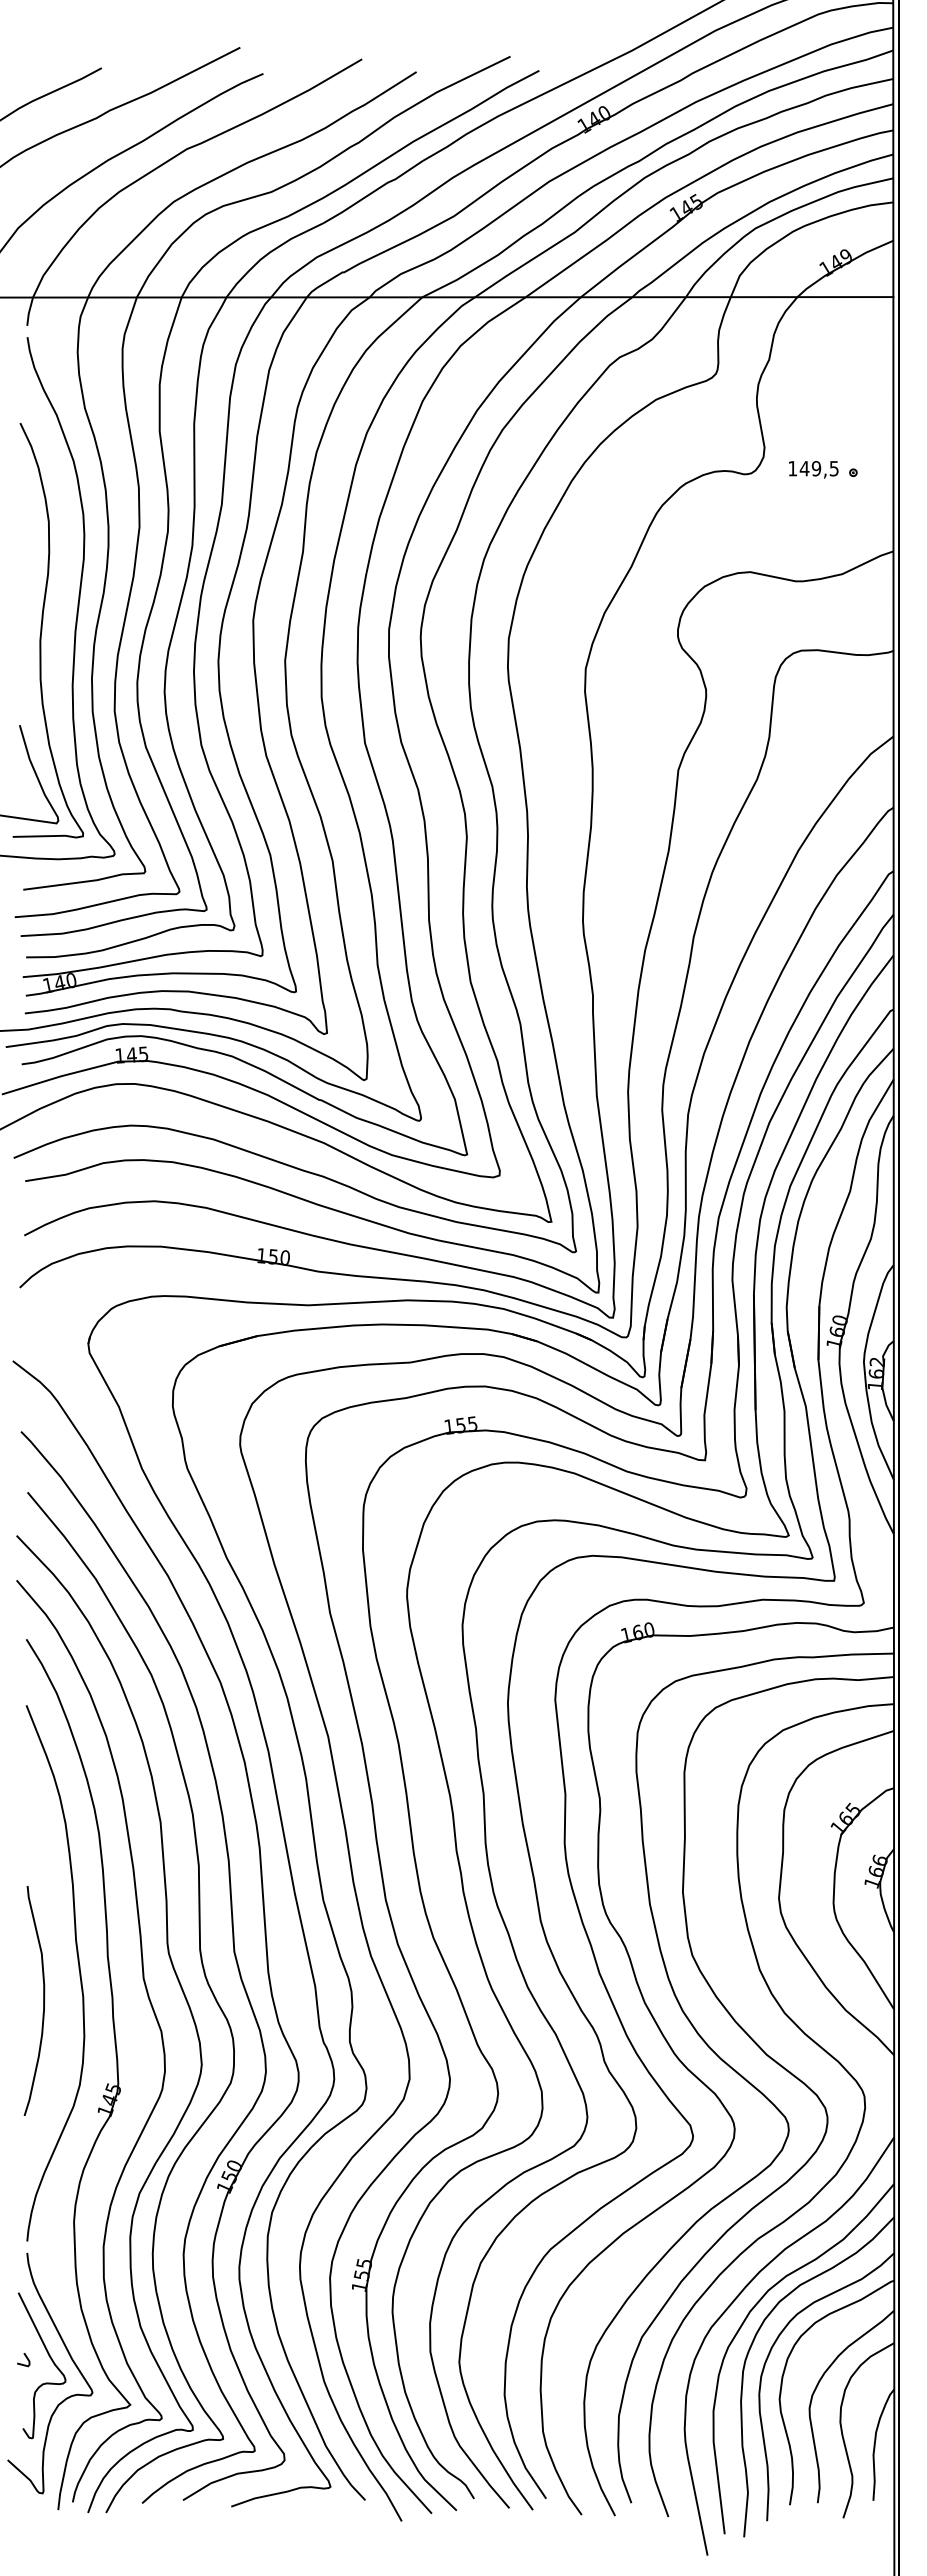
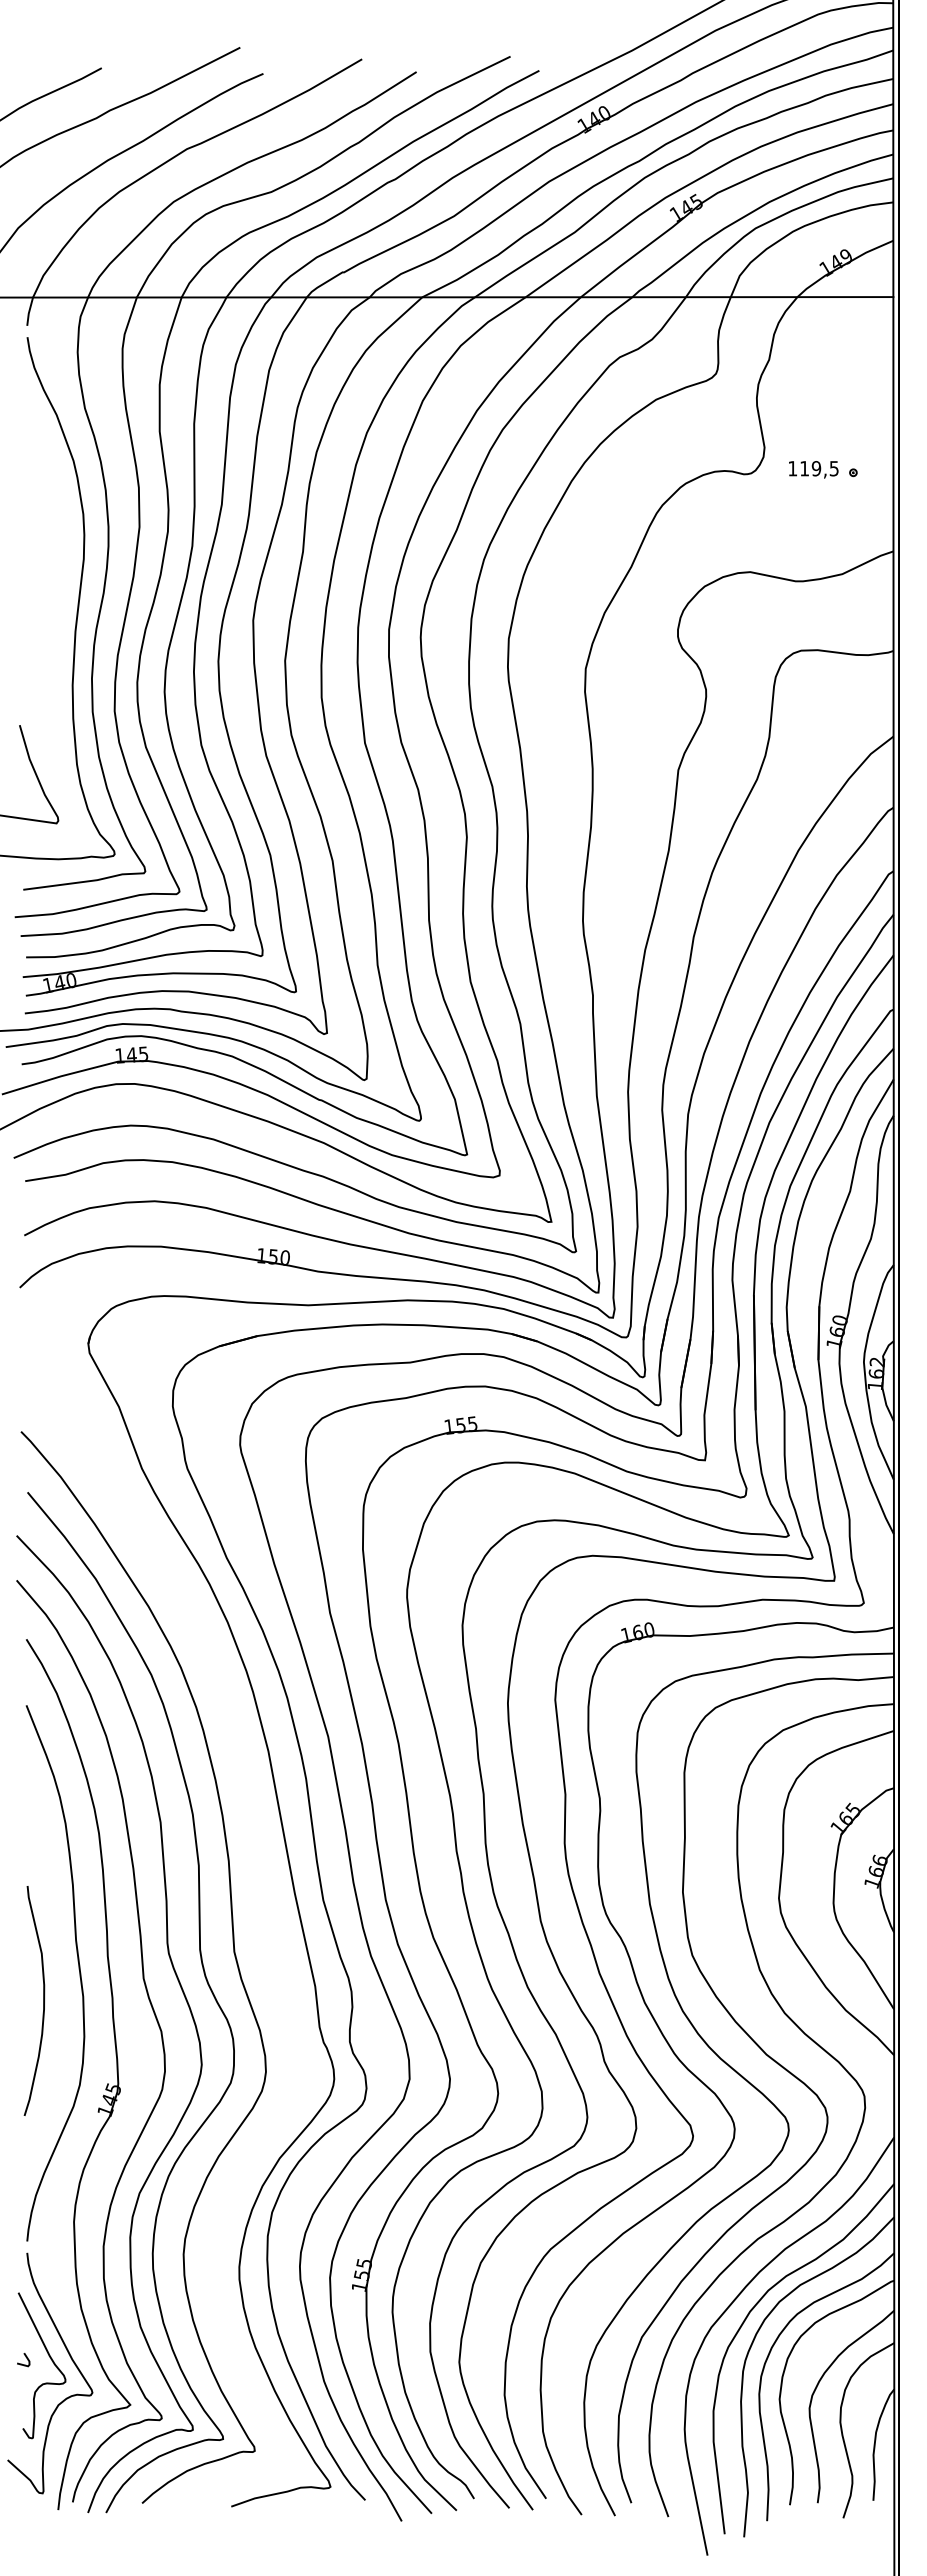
text at (804, 468): 149,5 -> 119,5
curve at (42, 630): present -> none
part at (263, 1921): present -> none
